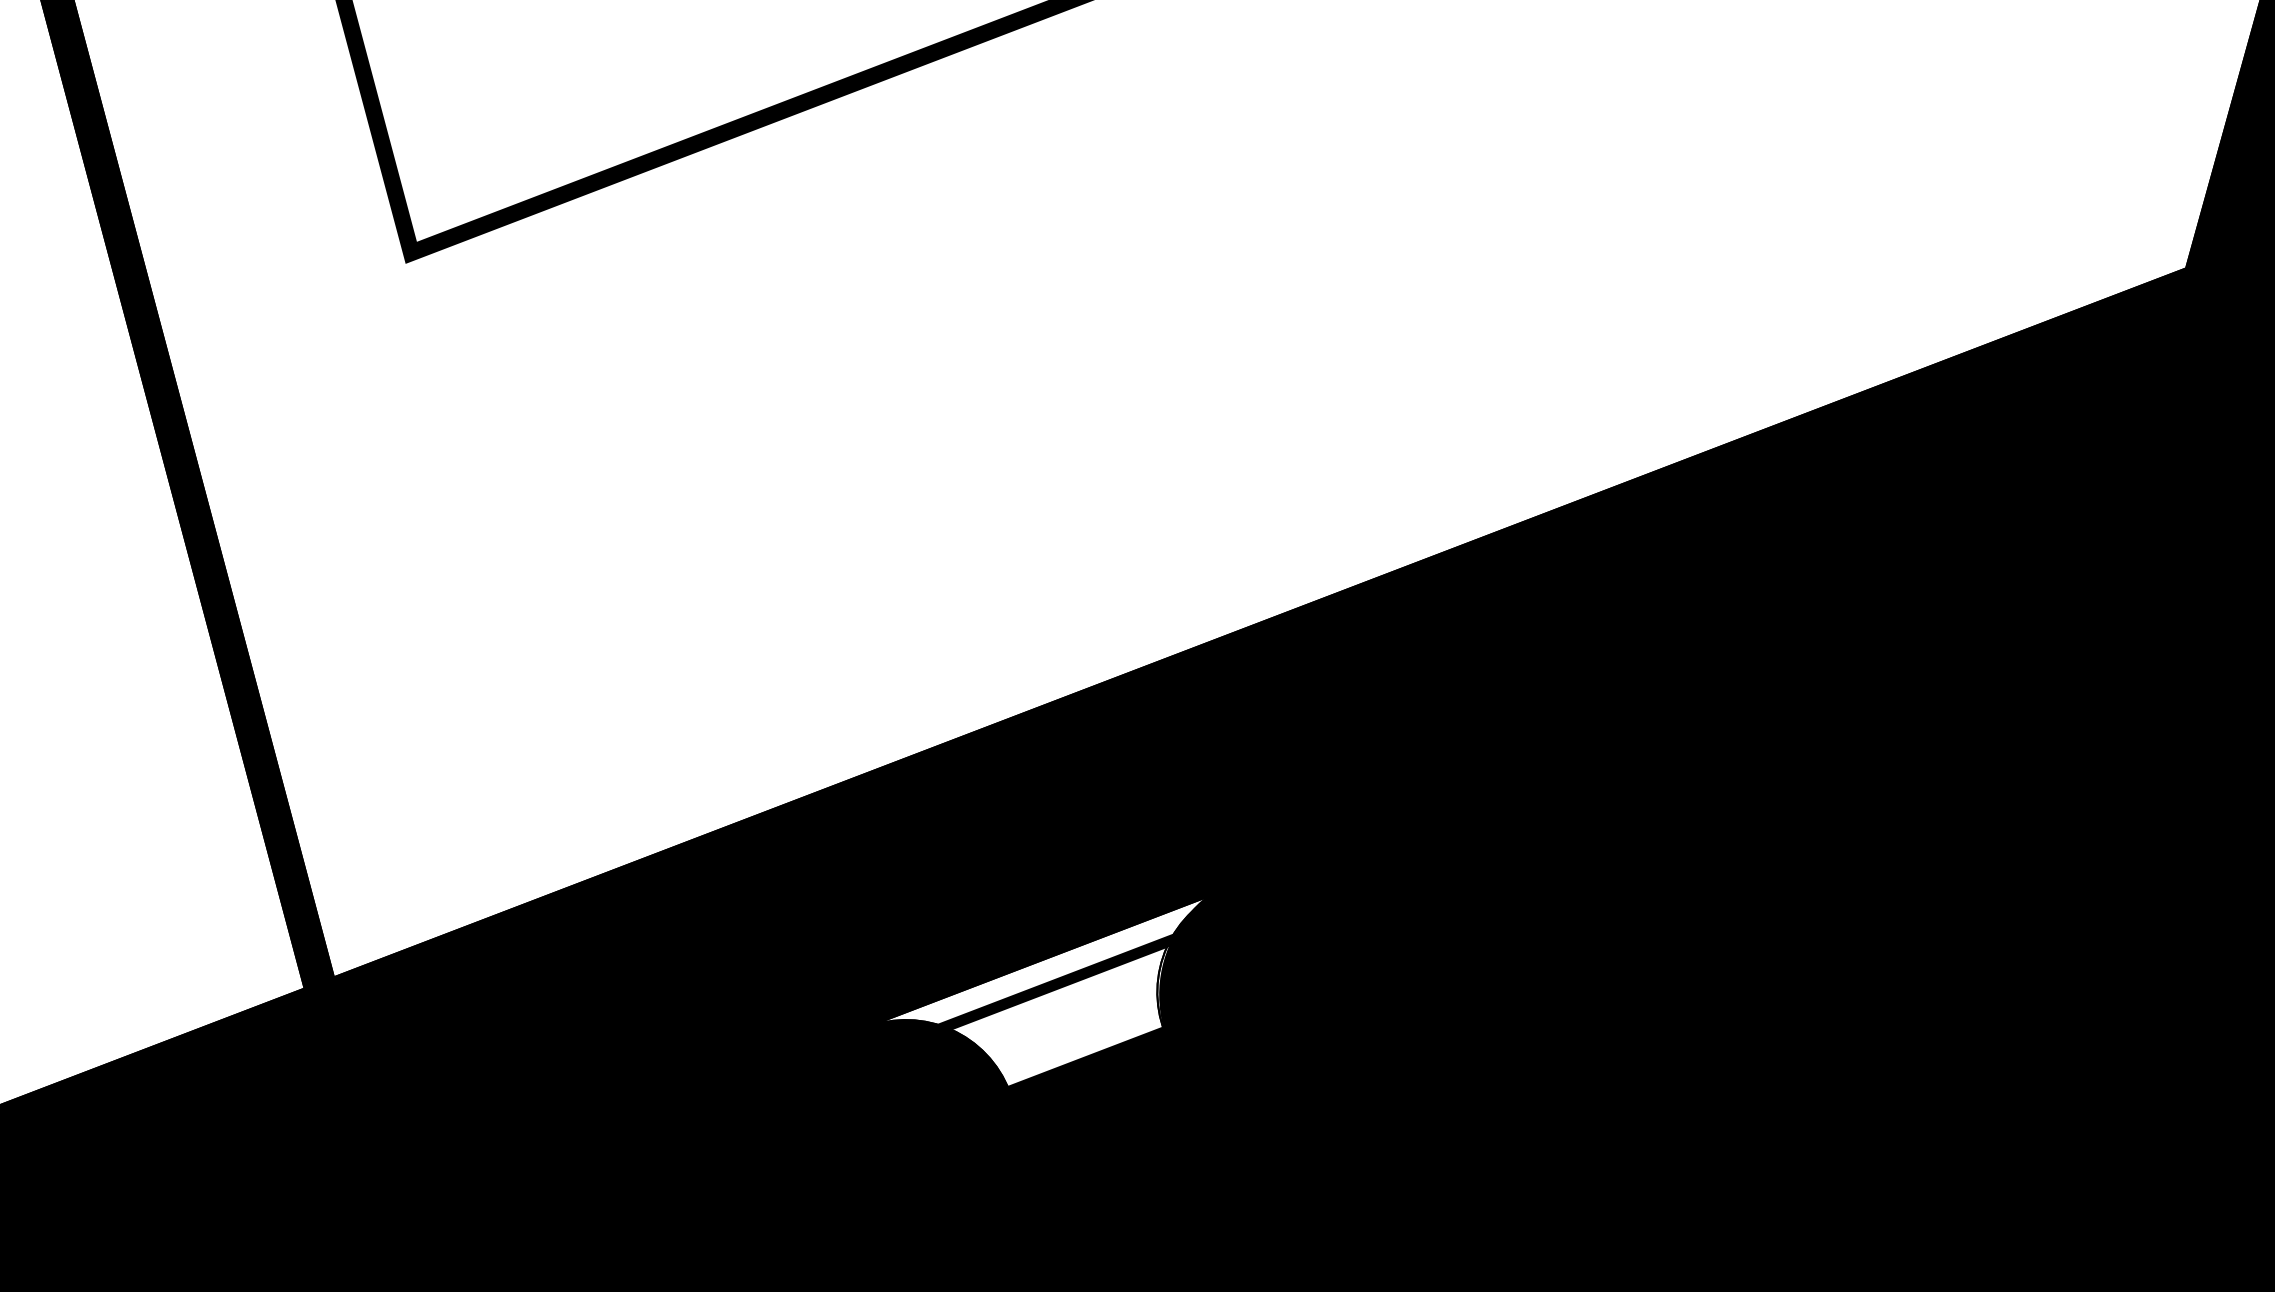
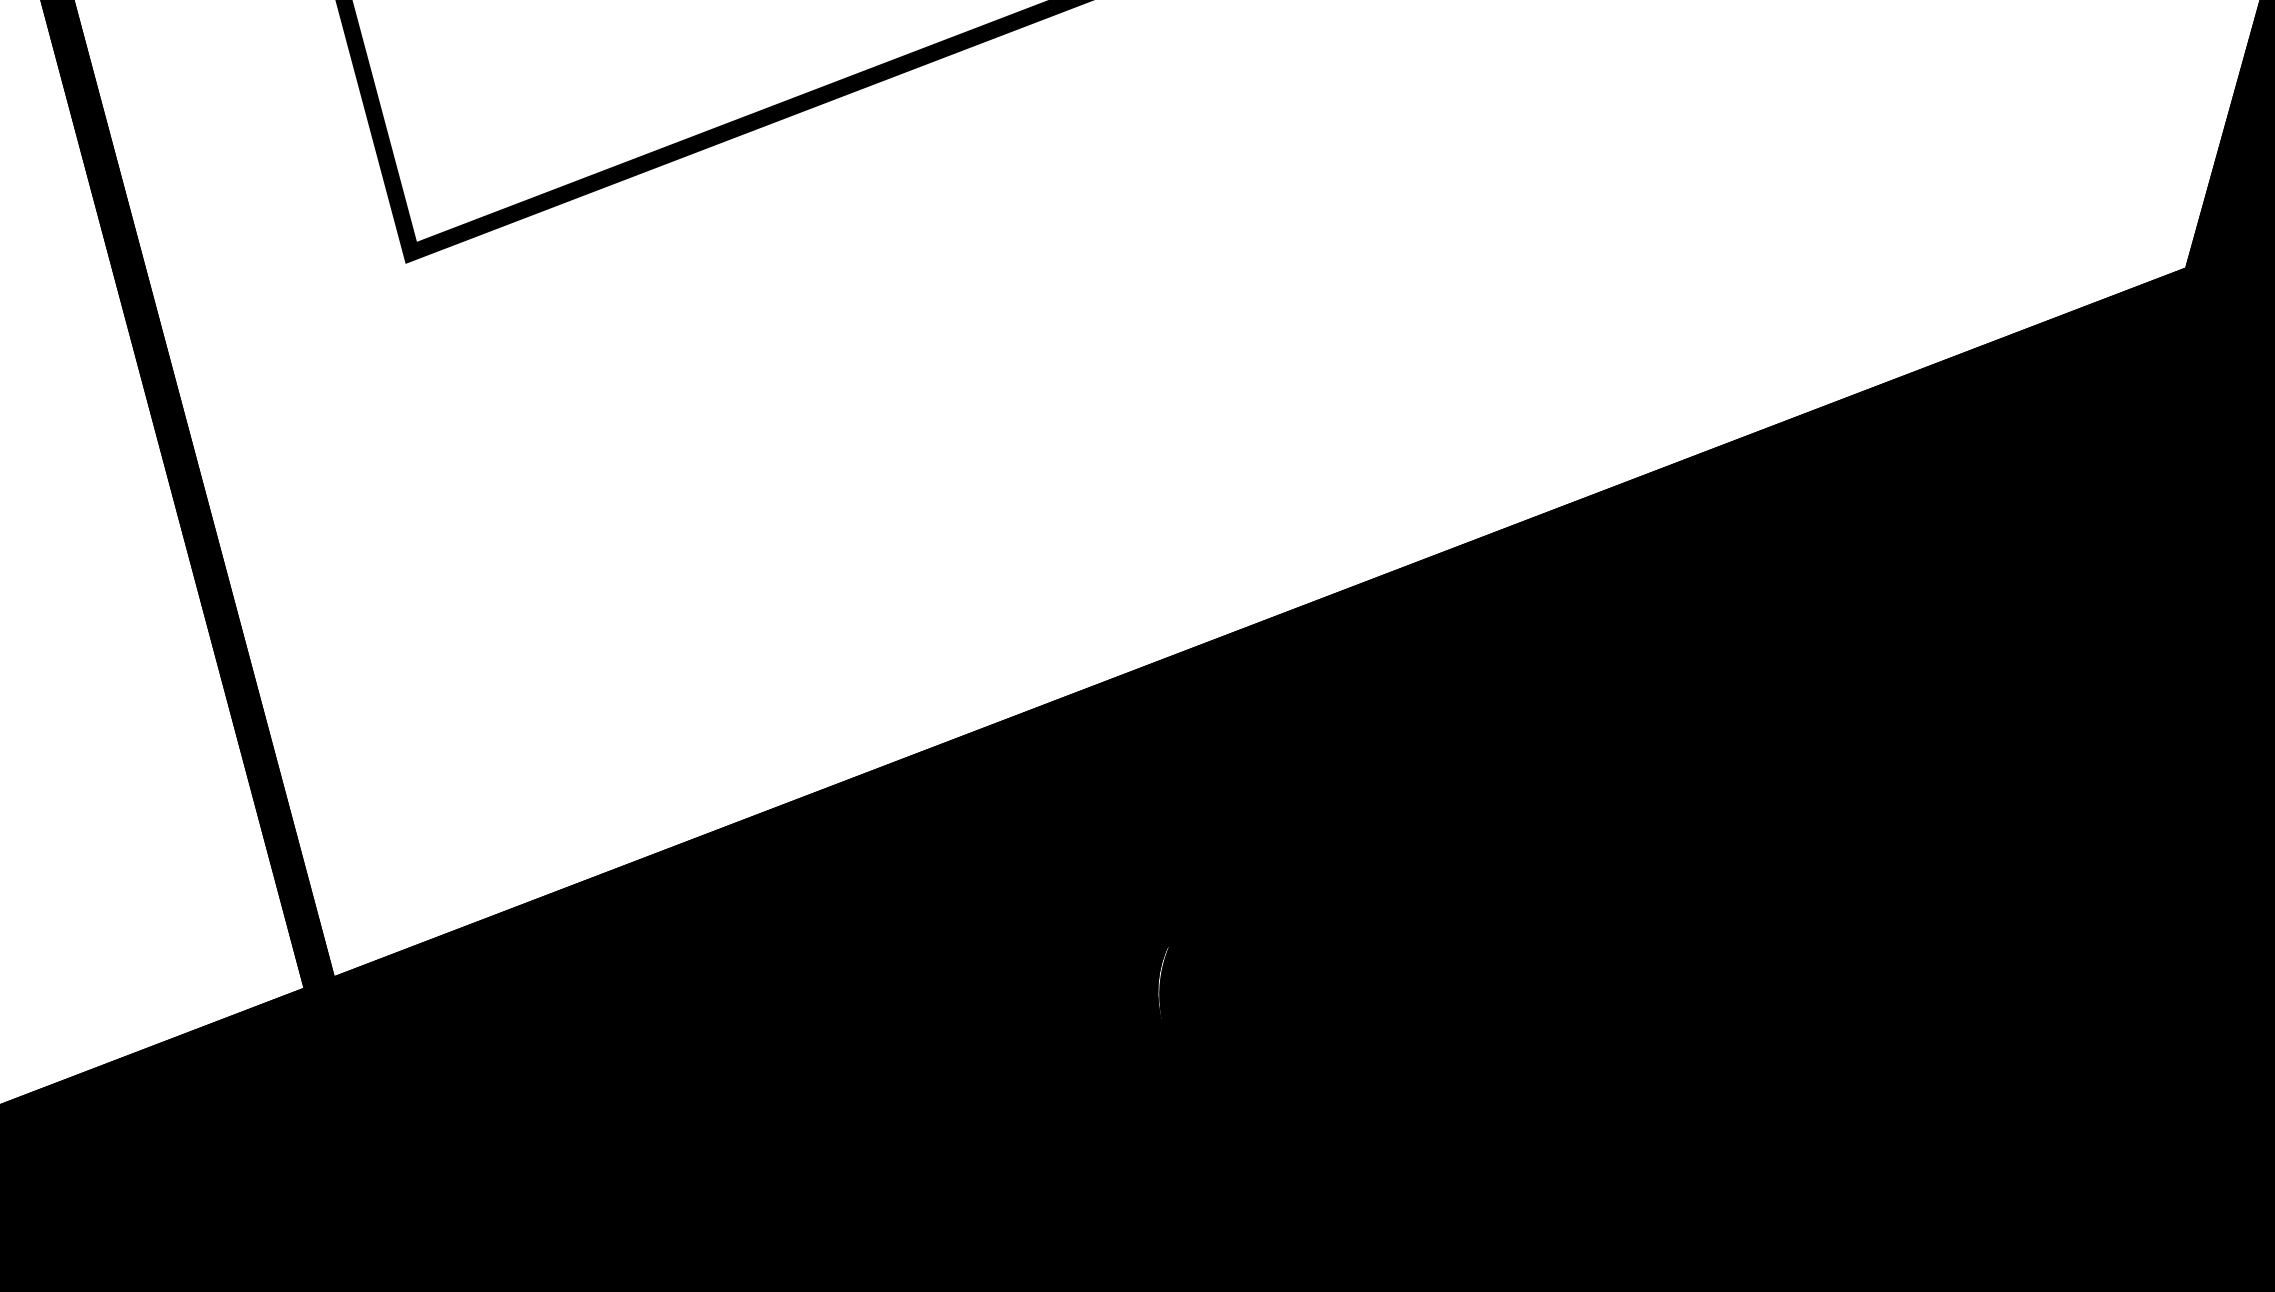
fill at (1047, 989): none -> present
